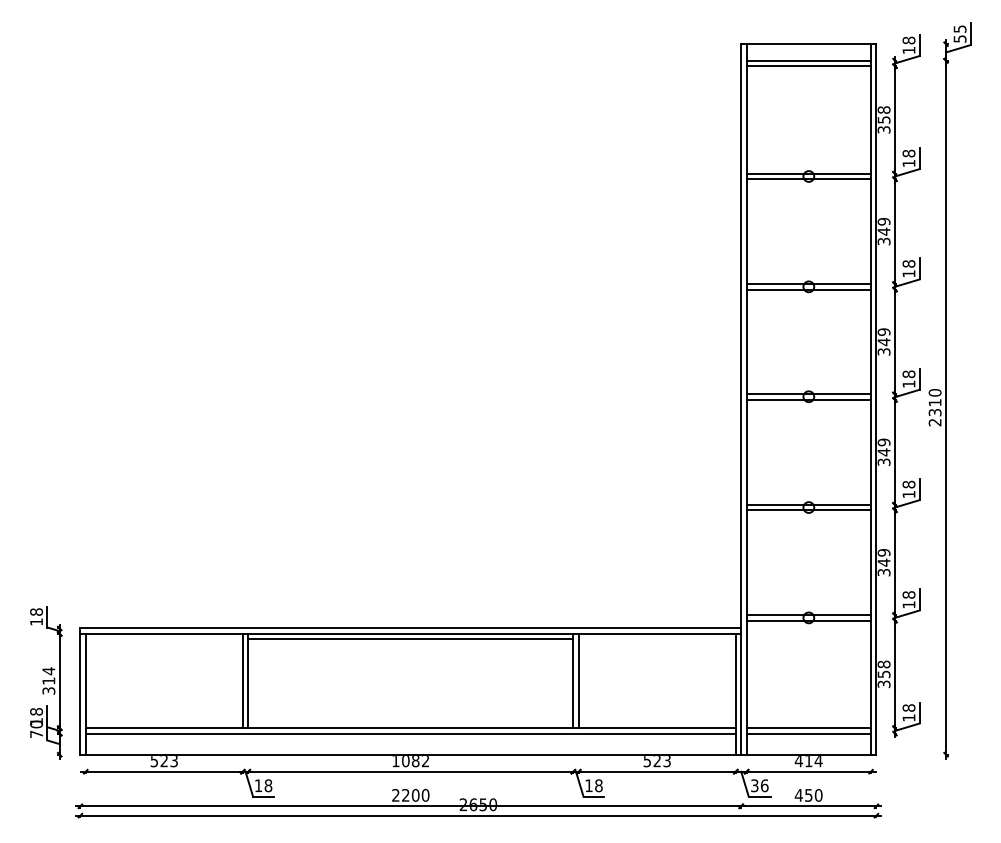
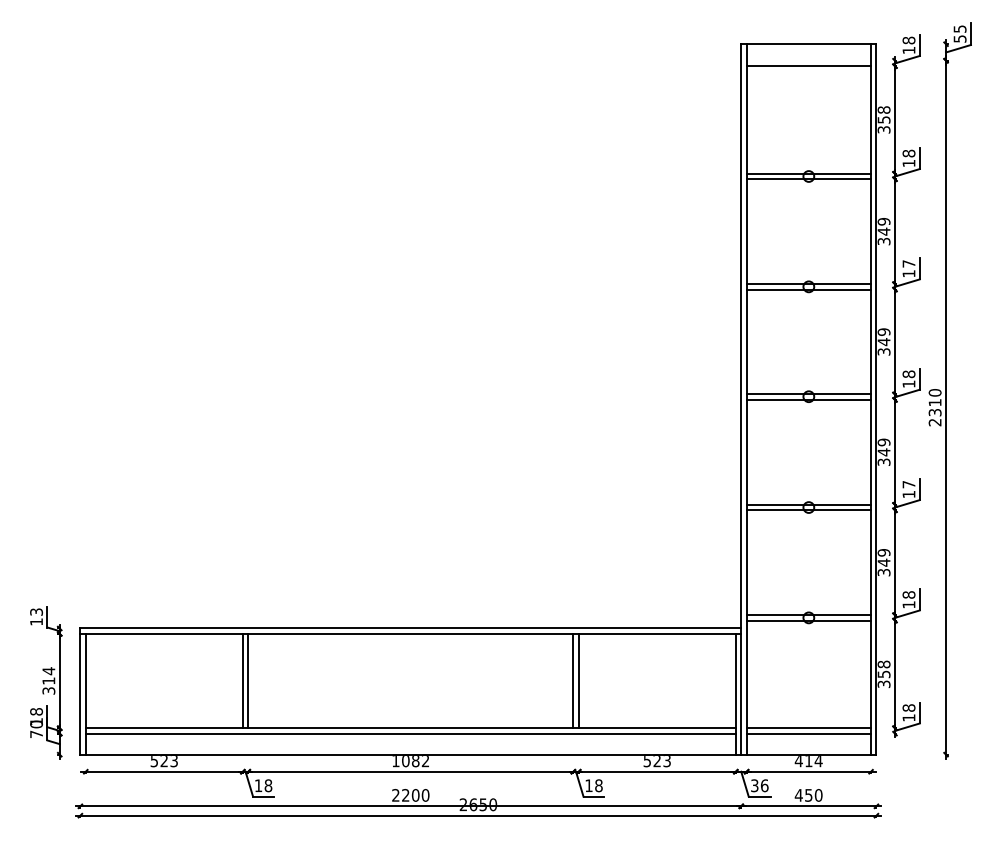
line at (808, 60): present -> none
text at (908, 263): 18 -> 17
text at (908, 484): 18 -> 17
text at (36, 611): 18 -> 13
line at (410, 639): present -> none
